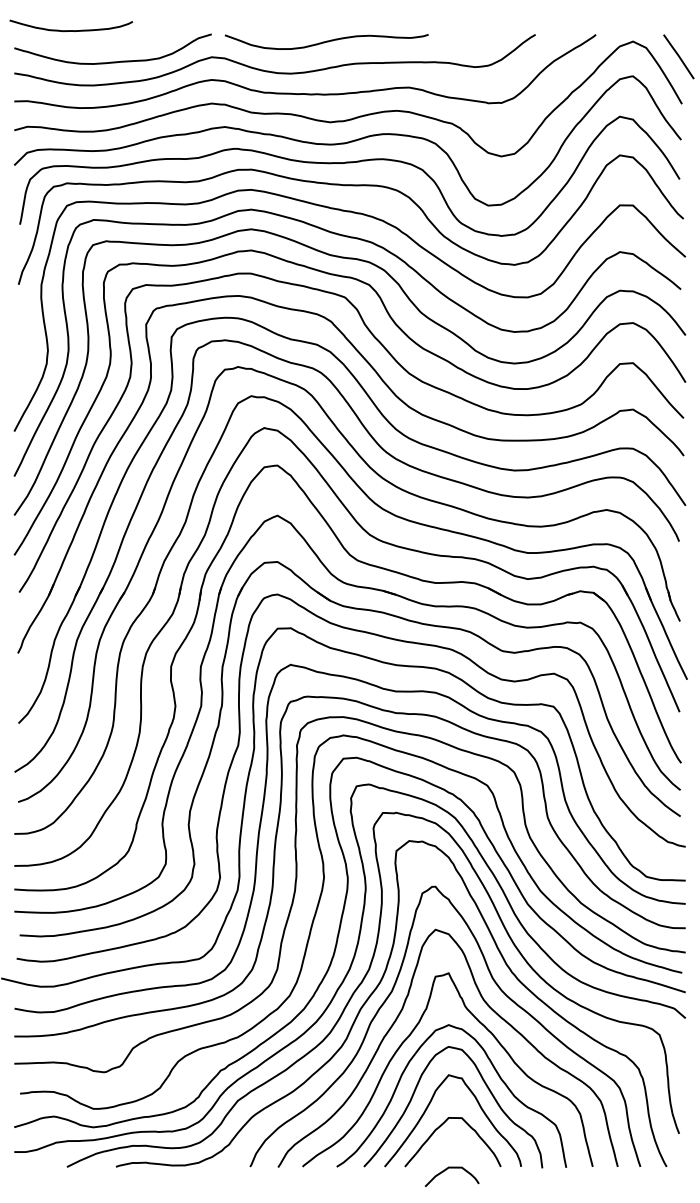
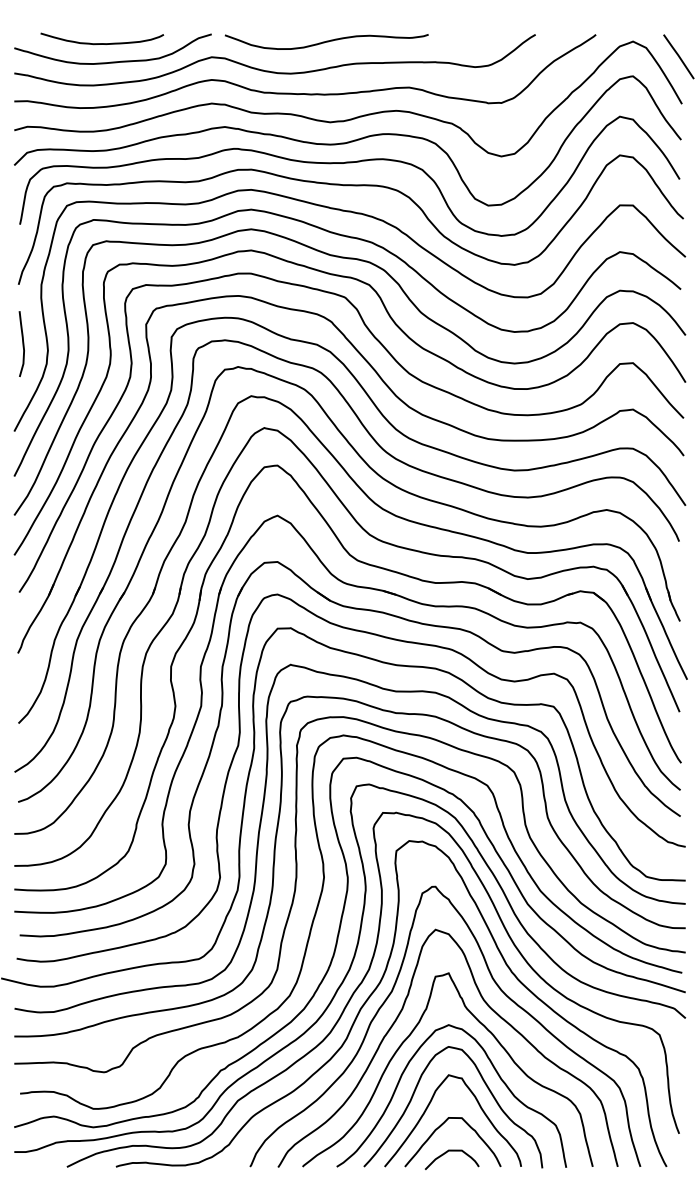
curve at (71, 30) position: (71, 30) -> (102, 43)
curve at (22, 343): none -> present
curve at (452, 1168) position: (452, 1168) -> (452, 1151)
